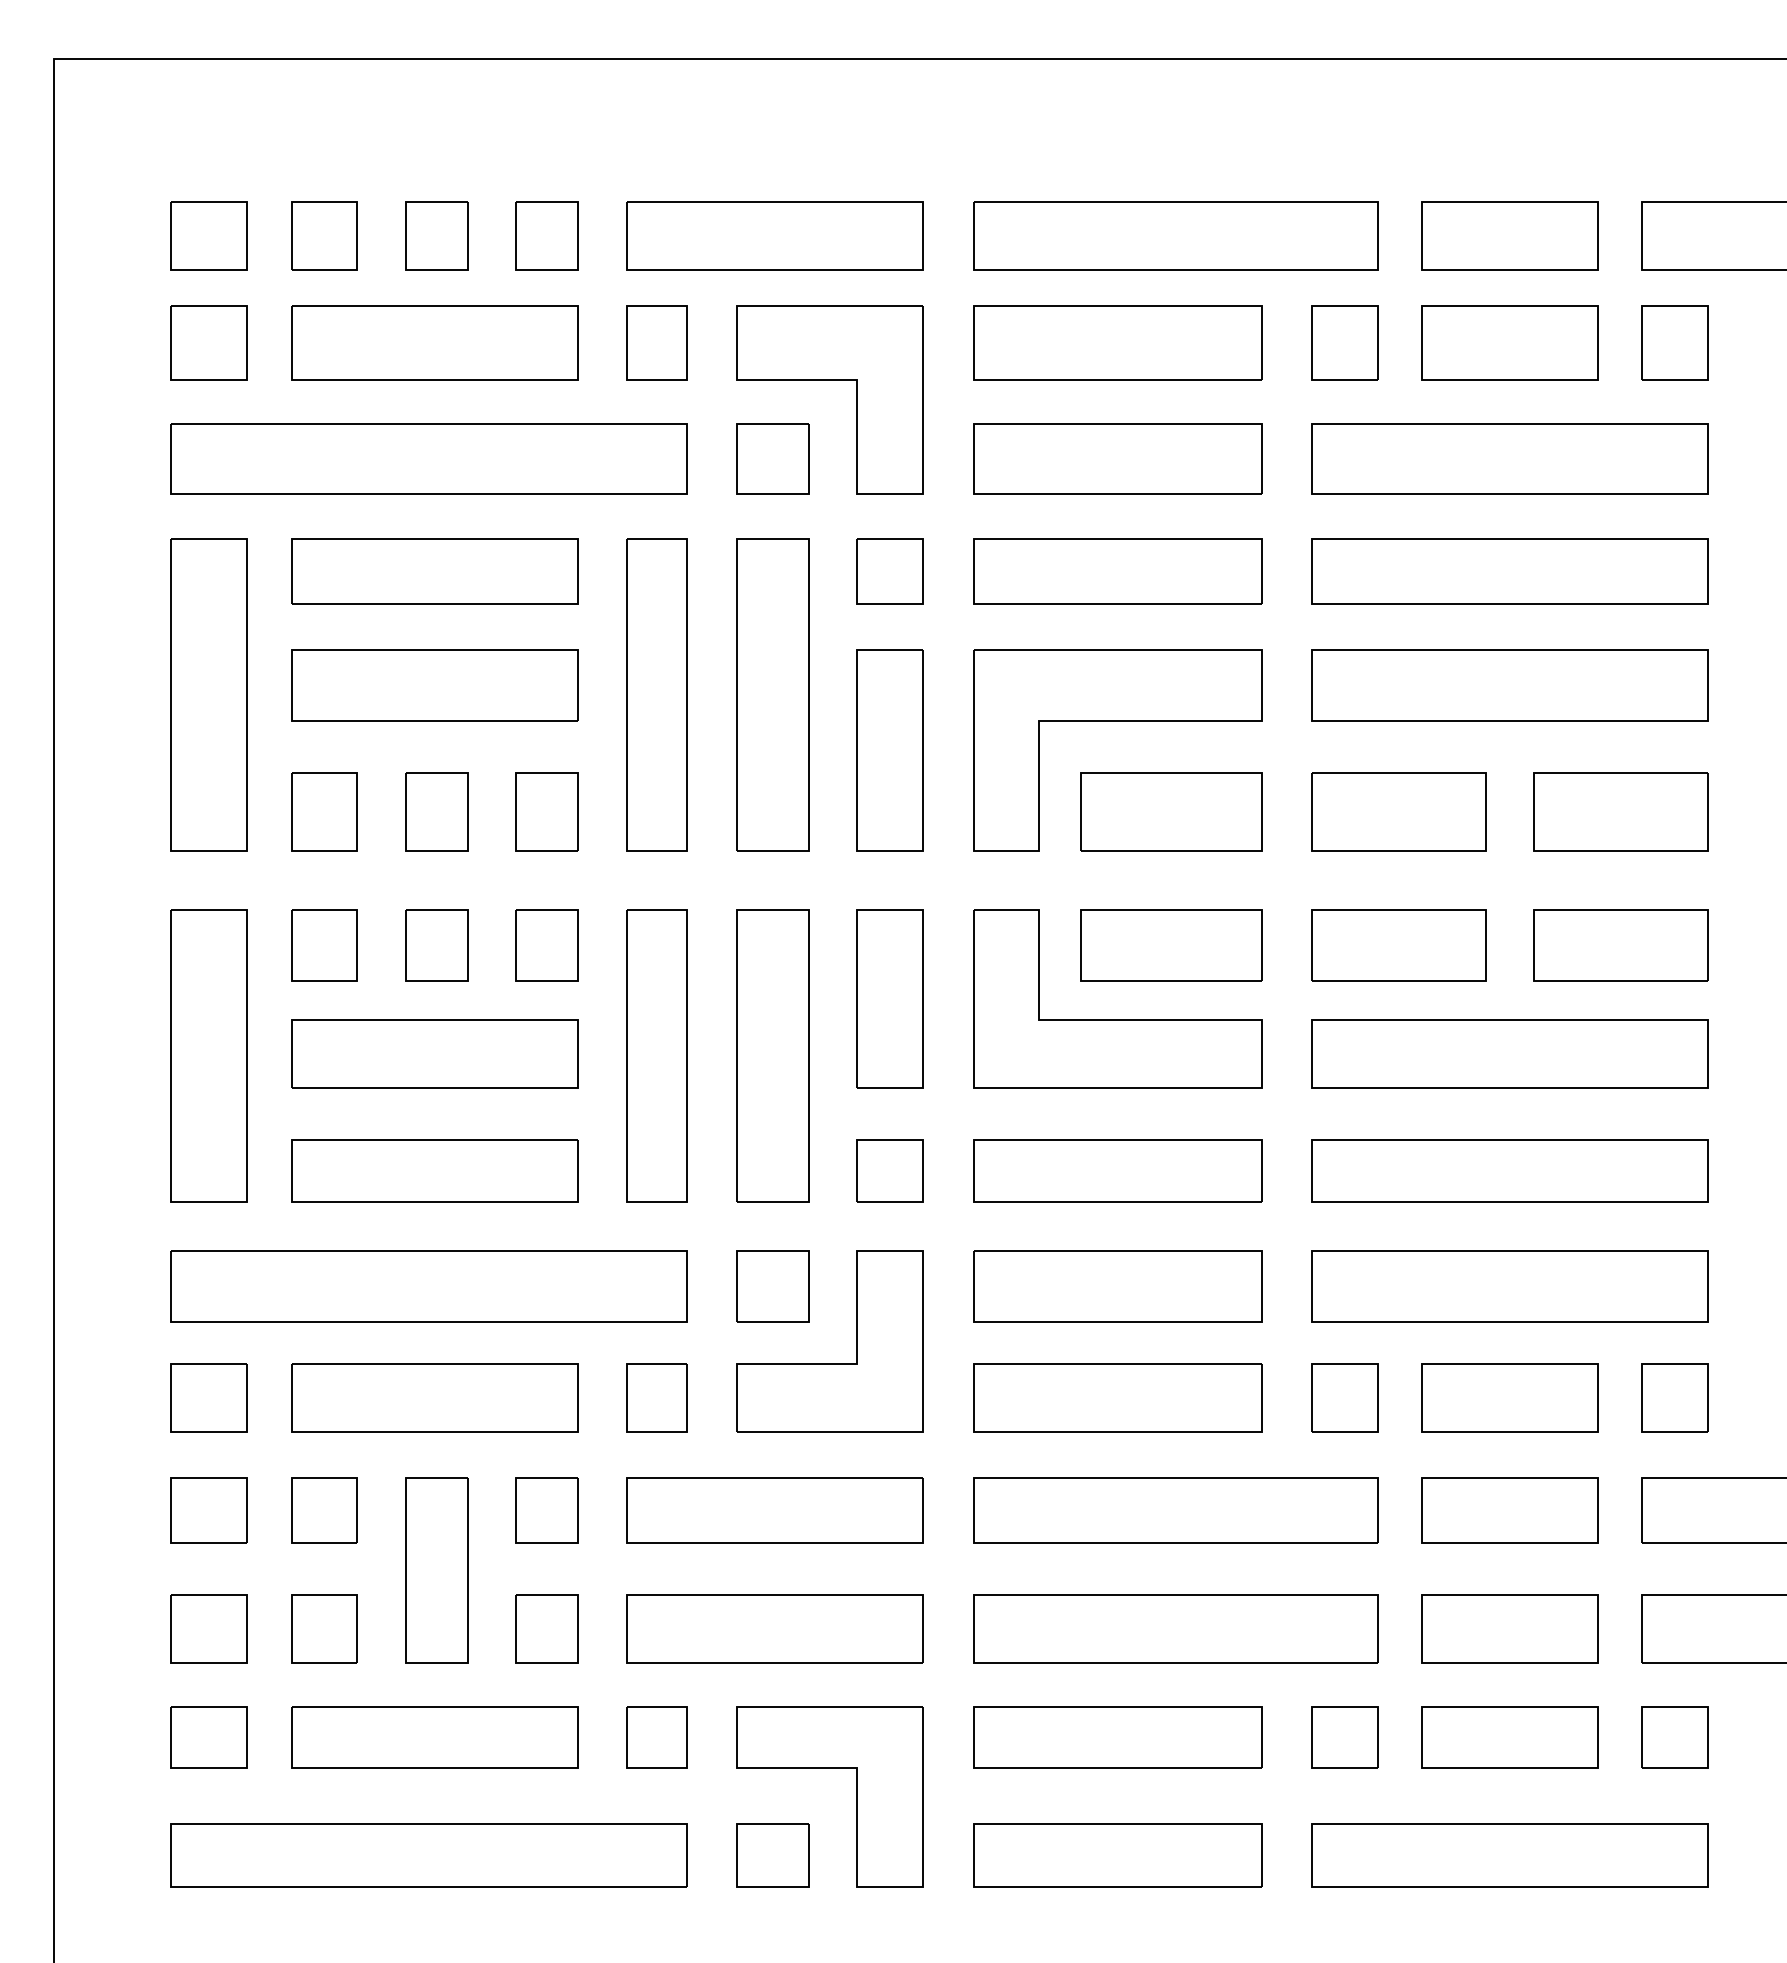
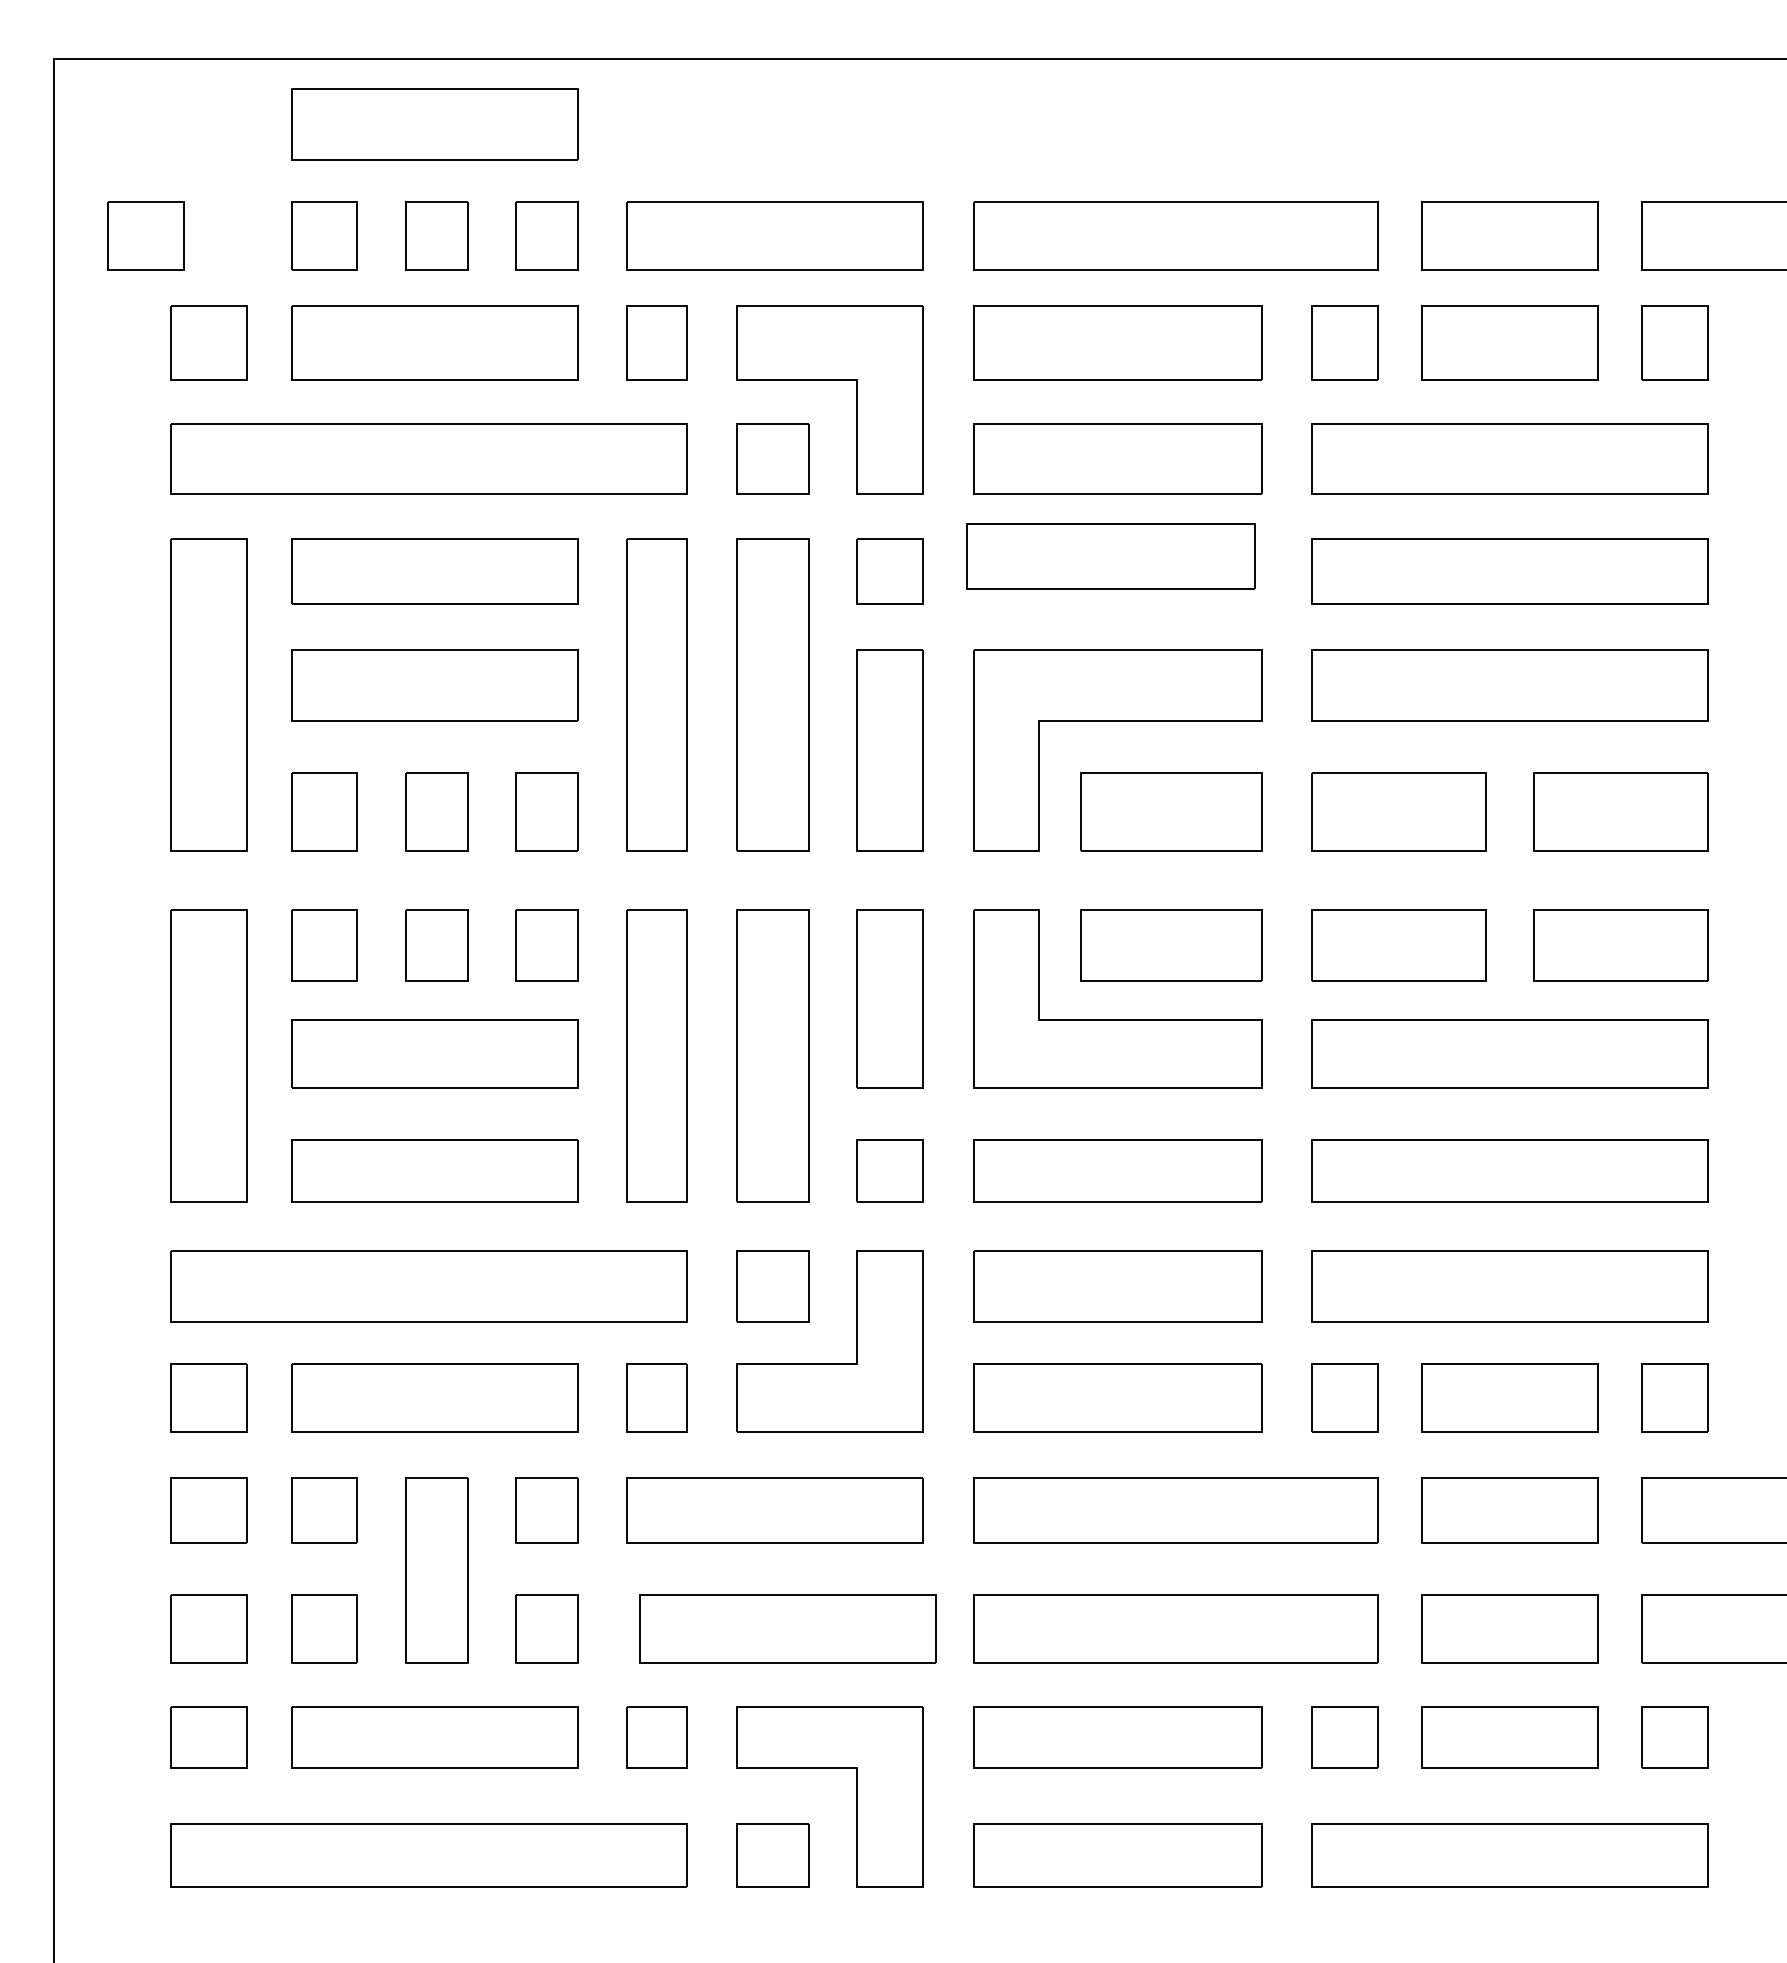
part at (434, 124): none -> present
part at (208, 235) position: (208, 235) -> (145, 235)
part at (1117, 571) position: (1117, 571) -> (1110, 556)
part at (774, 1628) position: (774, 1628) -> (787, 1628)
